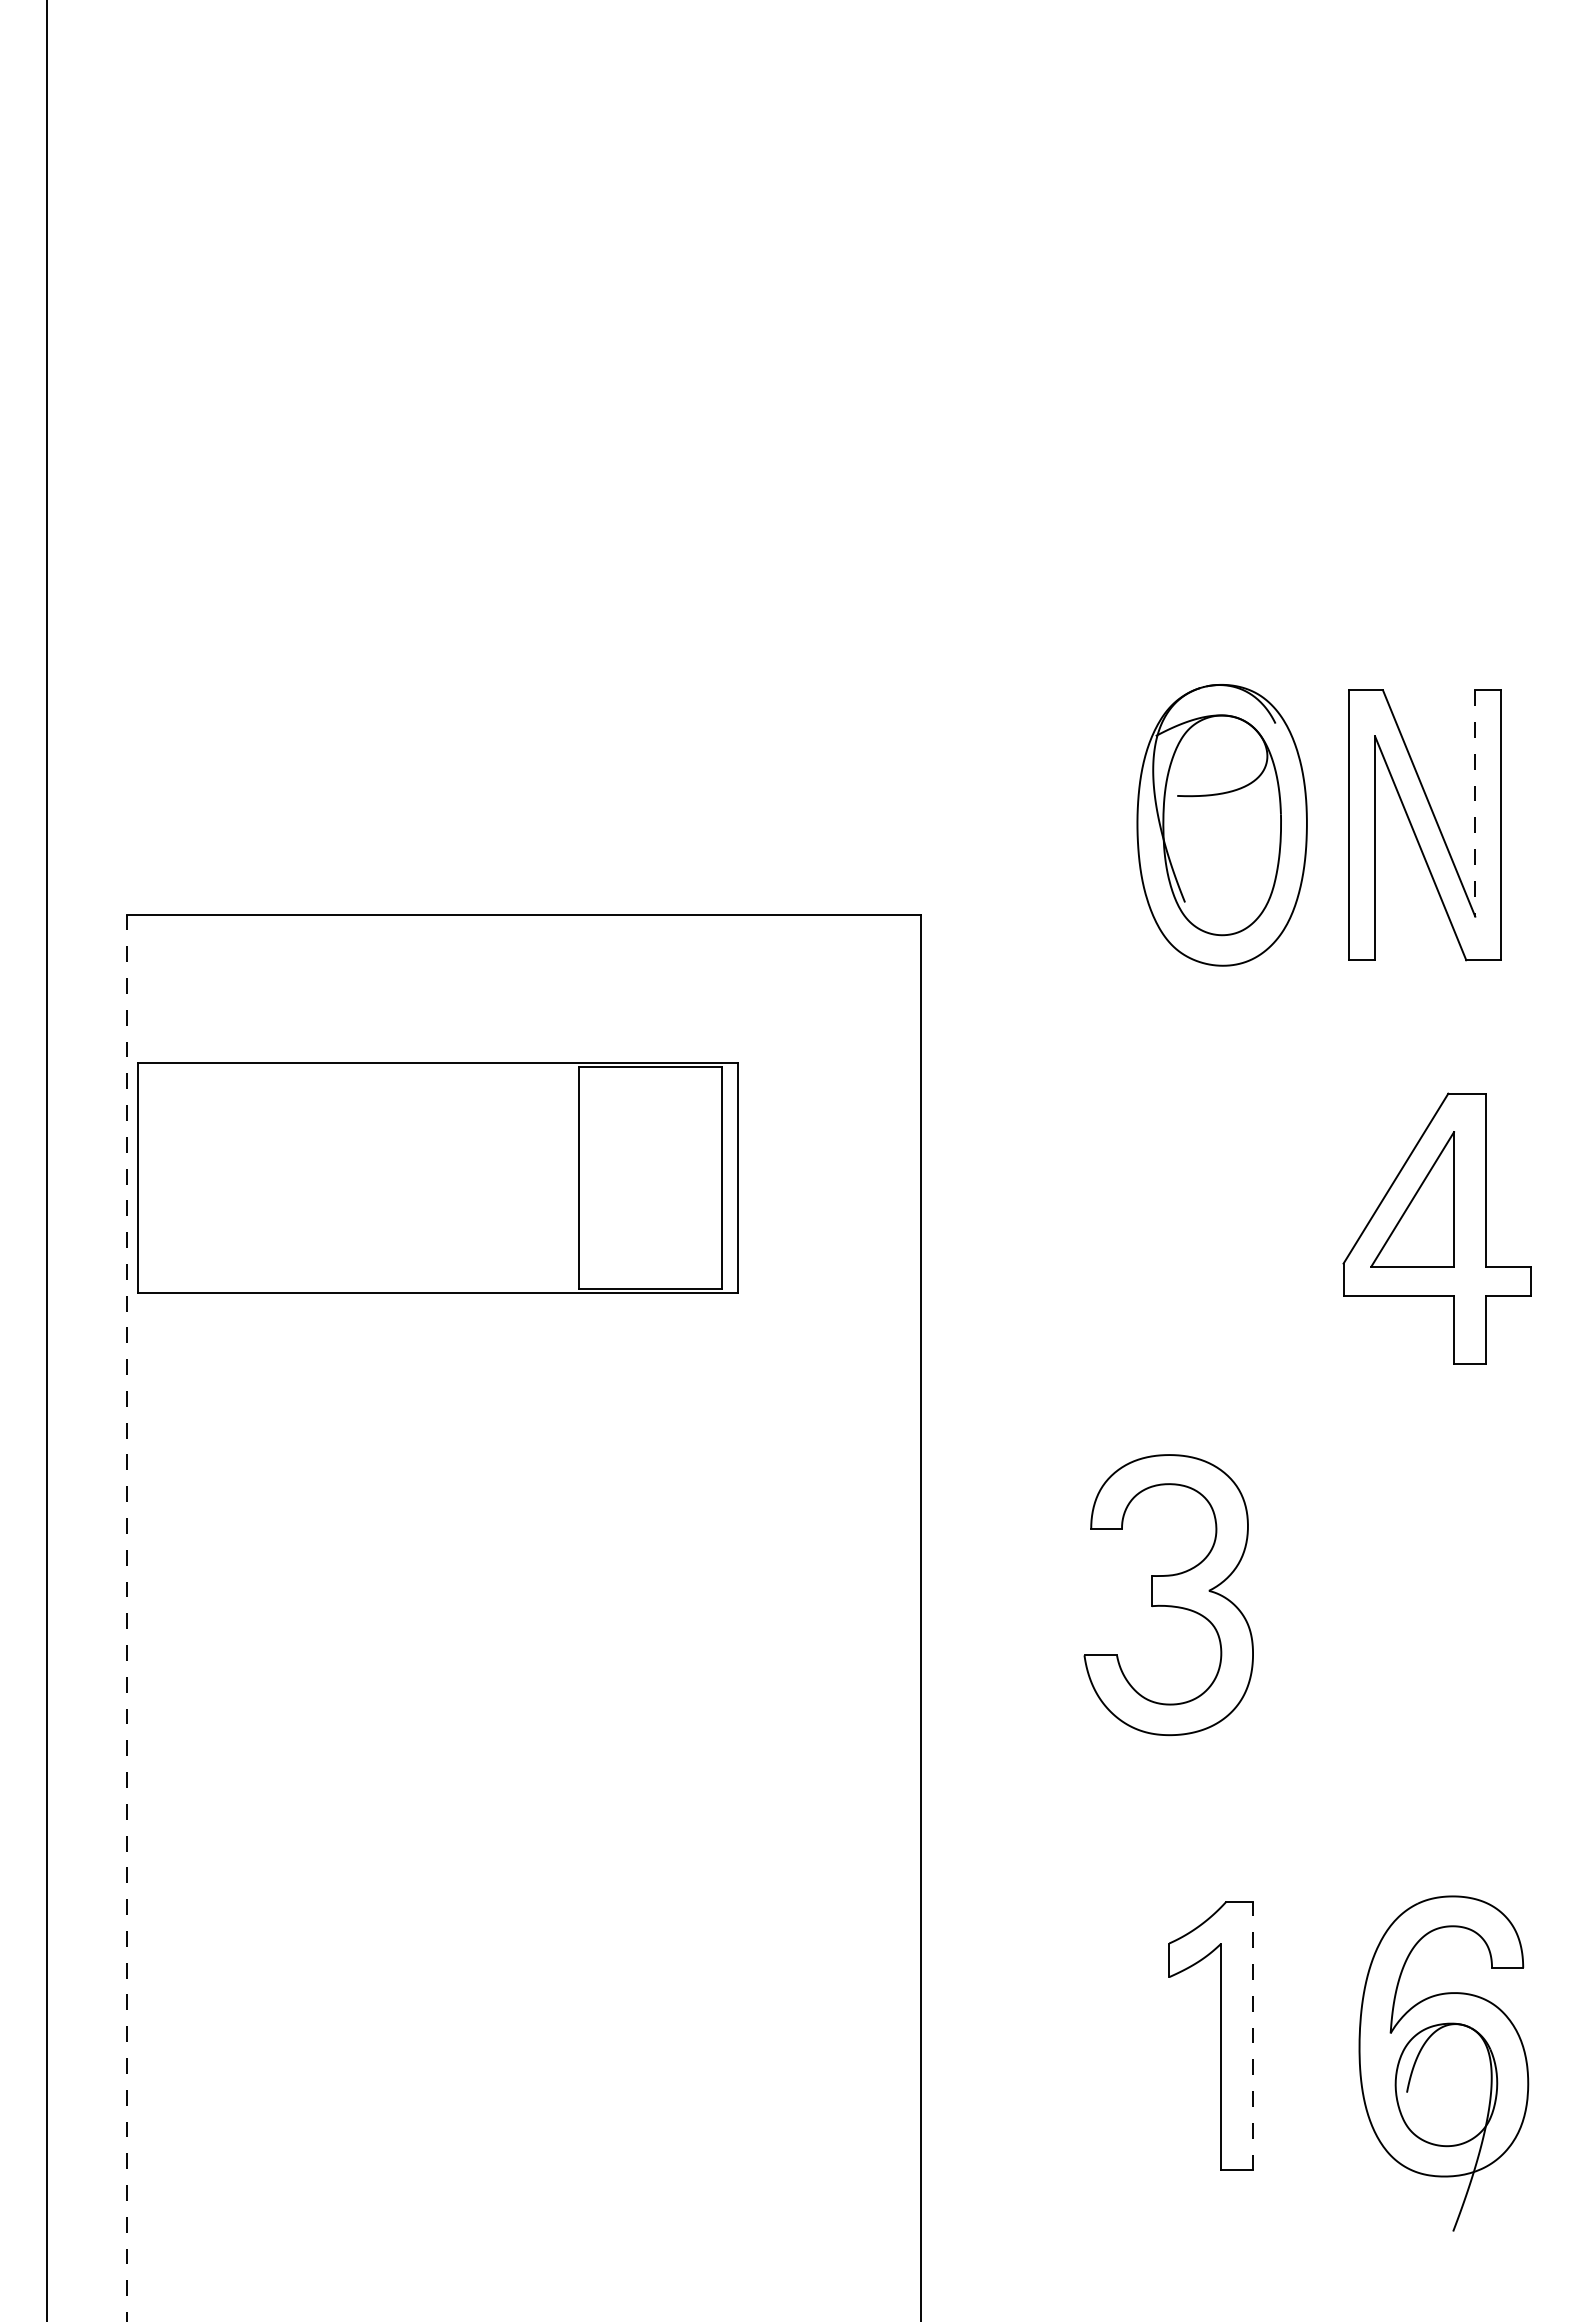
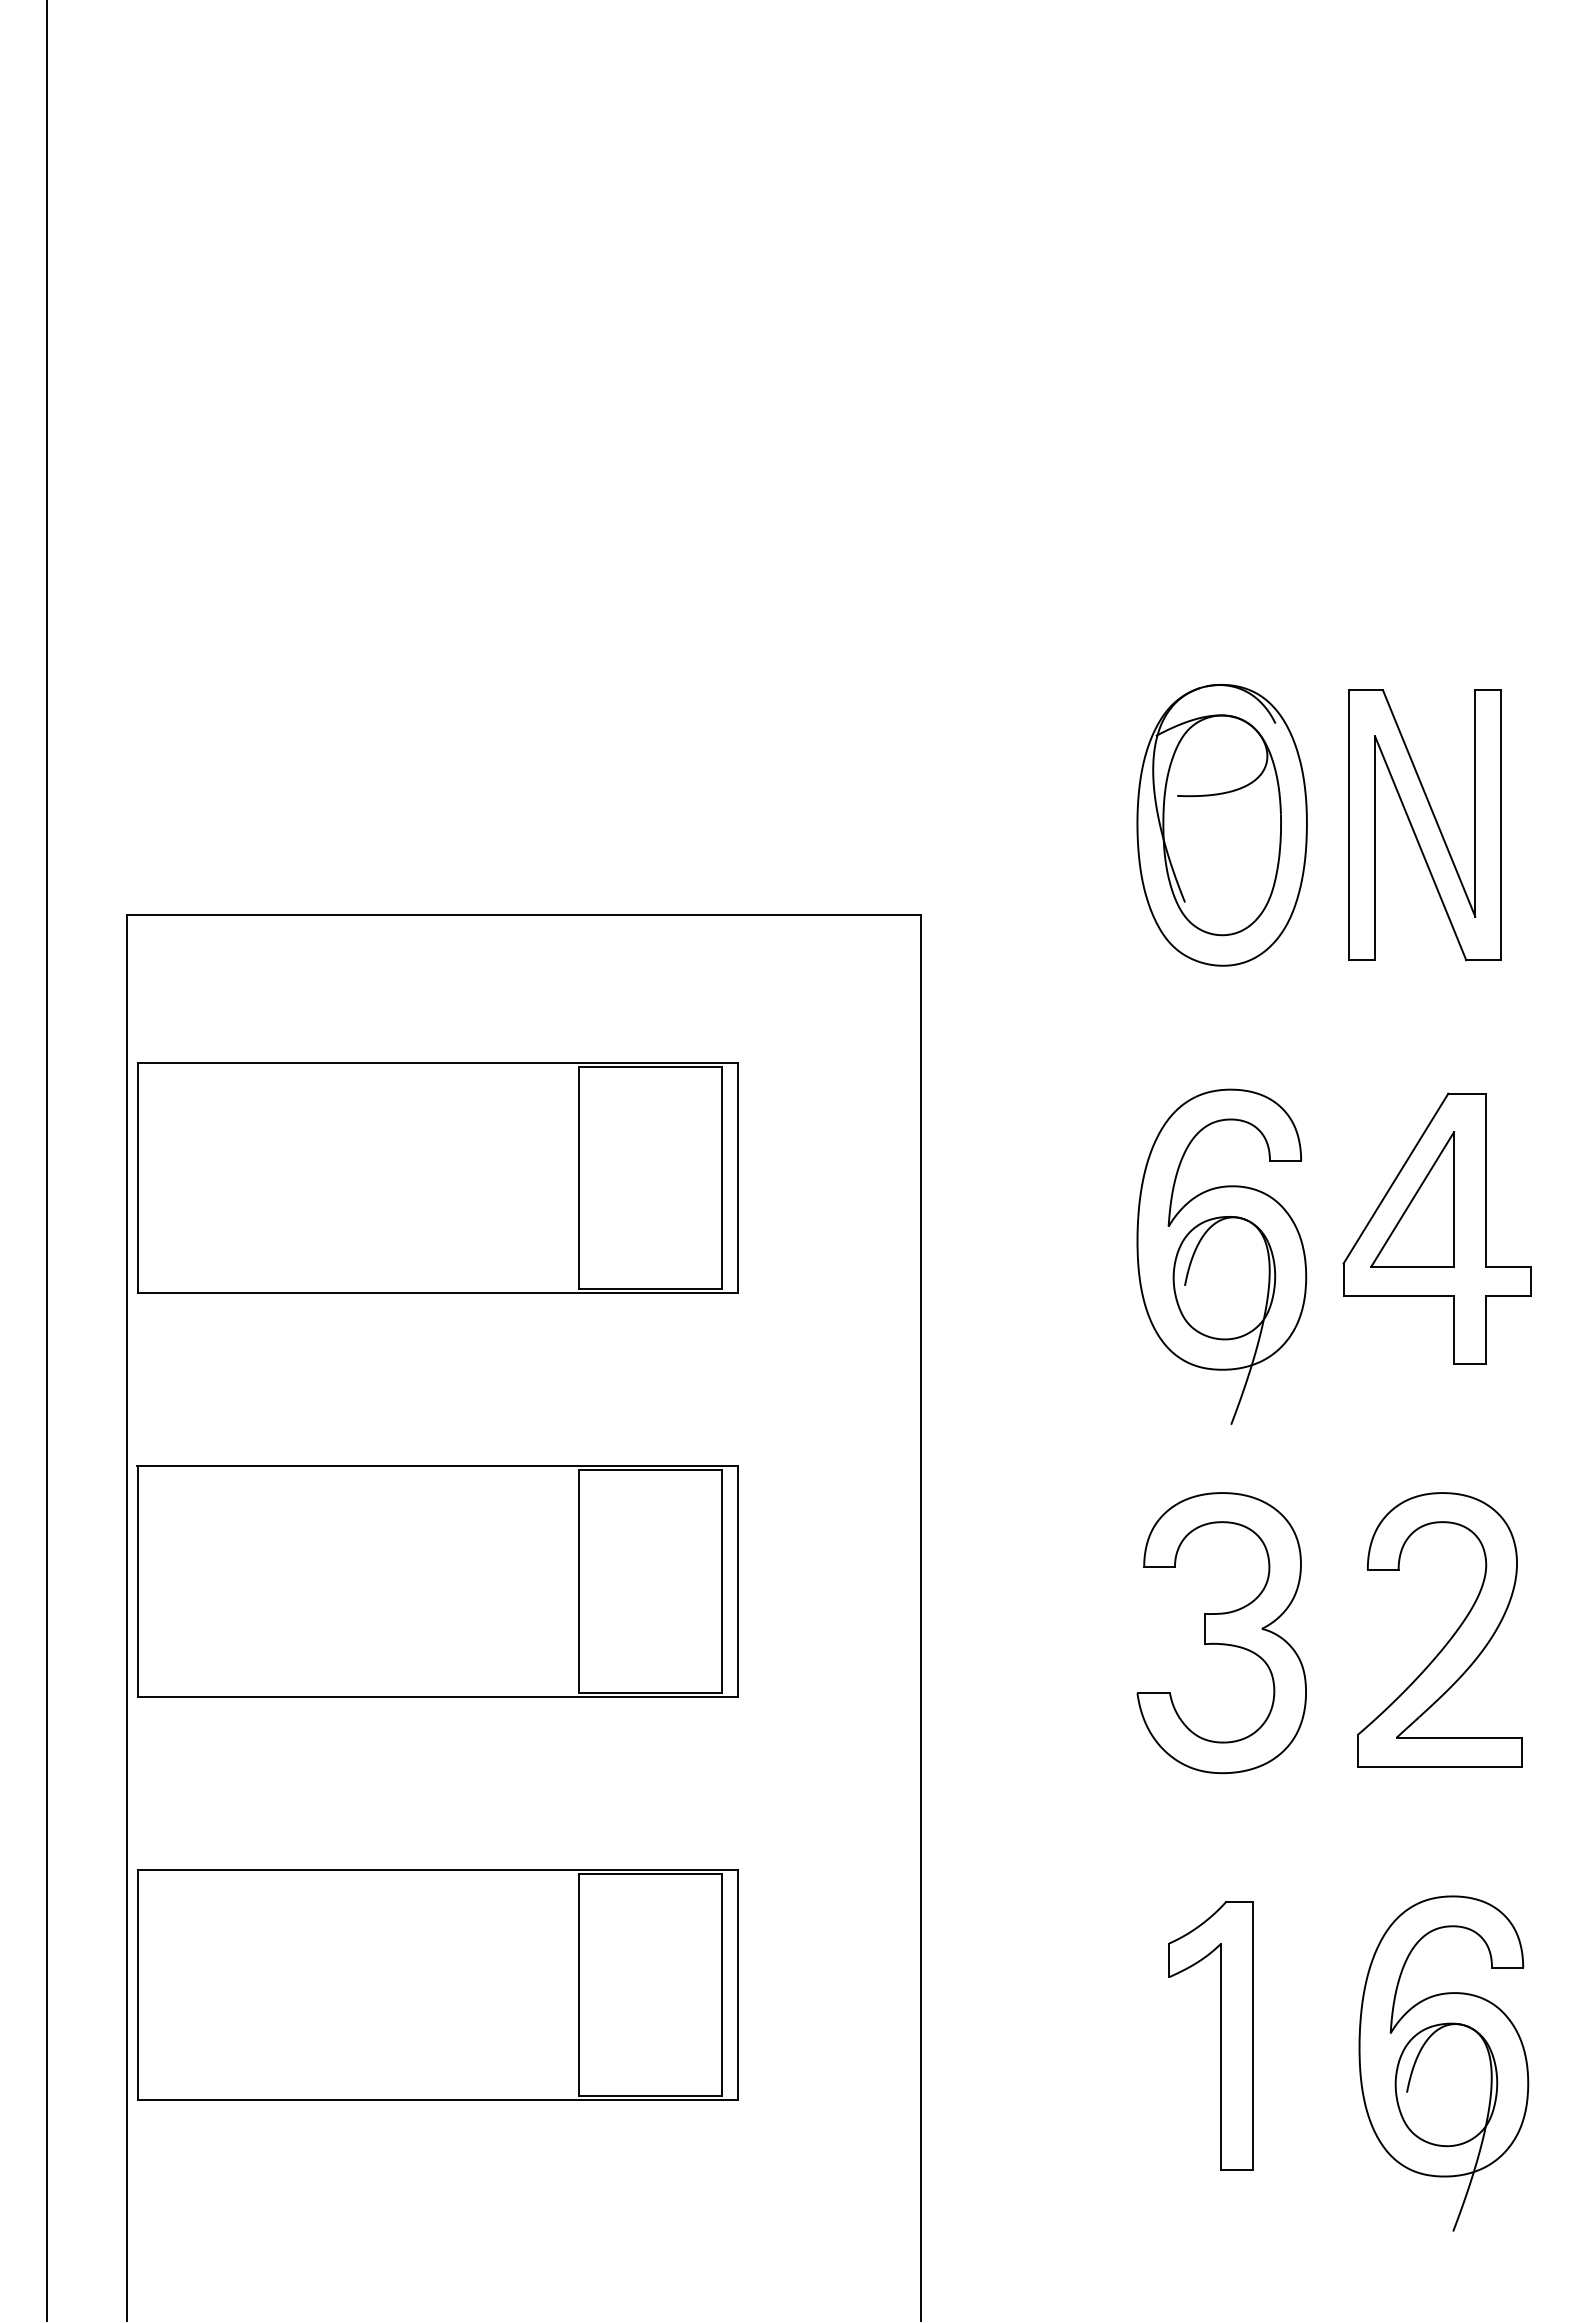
line at (1475, 803): dashed -> solid
part at (1221, 1256): none -> present
part at (437, 1581): none -> present
part at (1168, 1595) position: (1168, 1595) -> (1221, 1633)
line at (126, 1617): dashed -> solid
part at (1450, 1637): none -> present
part at (437, 1984): none -> present
line at (1253, 2035): dashed -> solid
